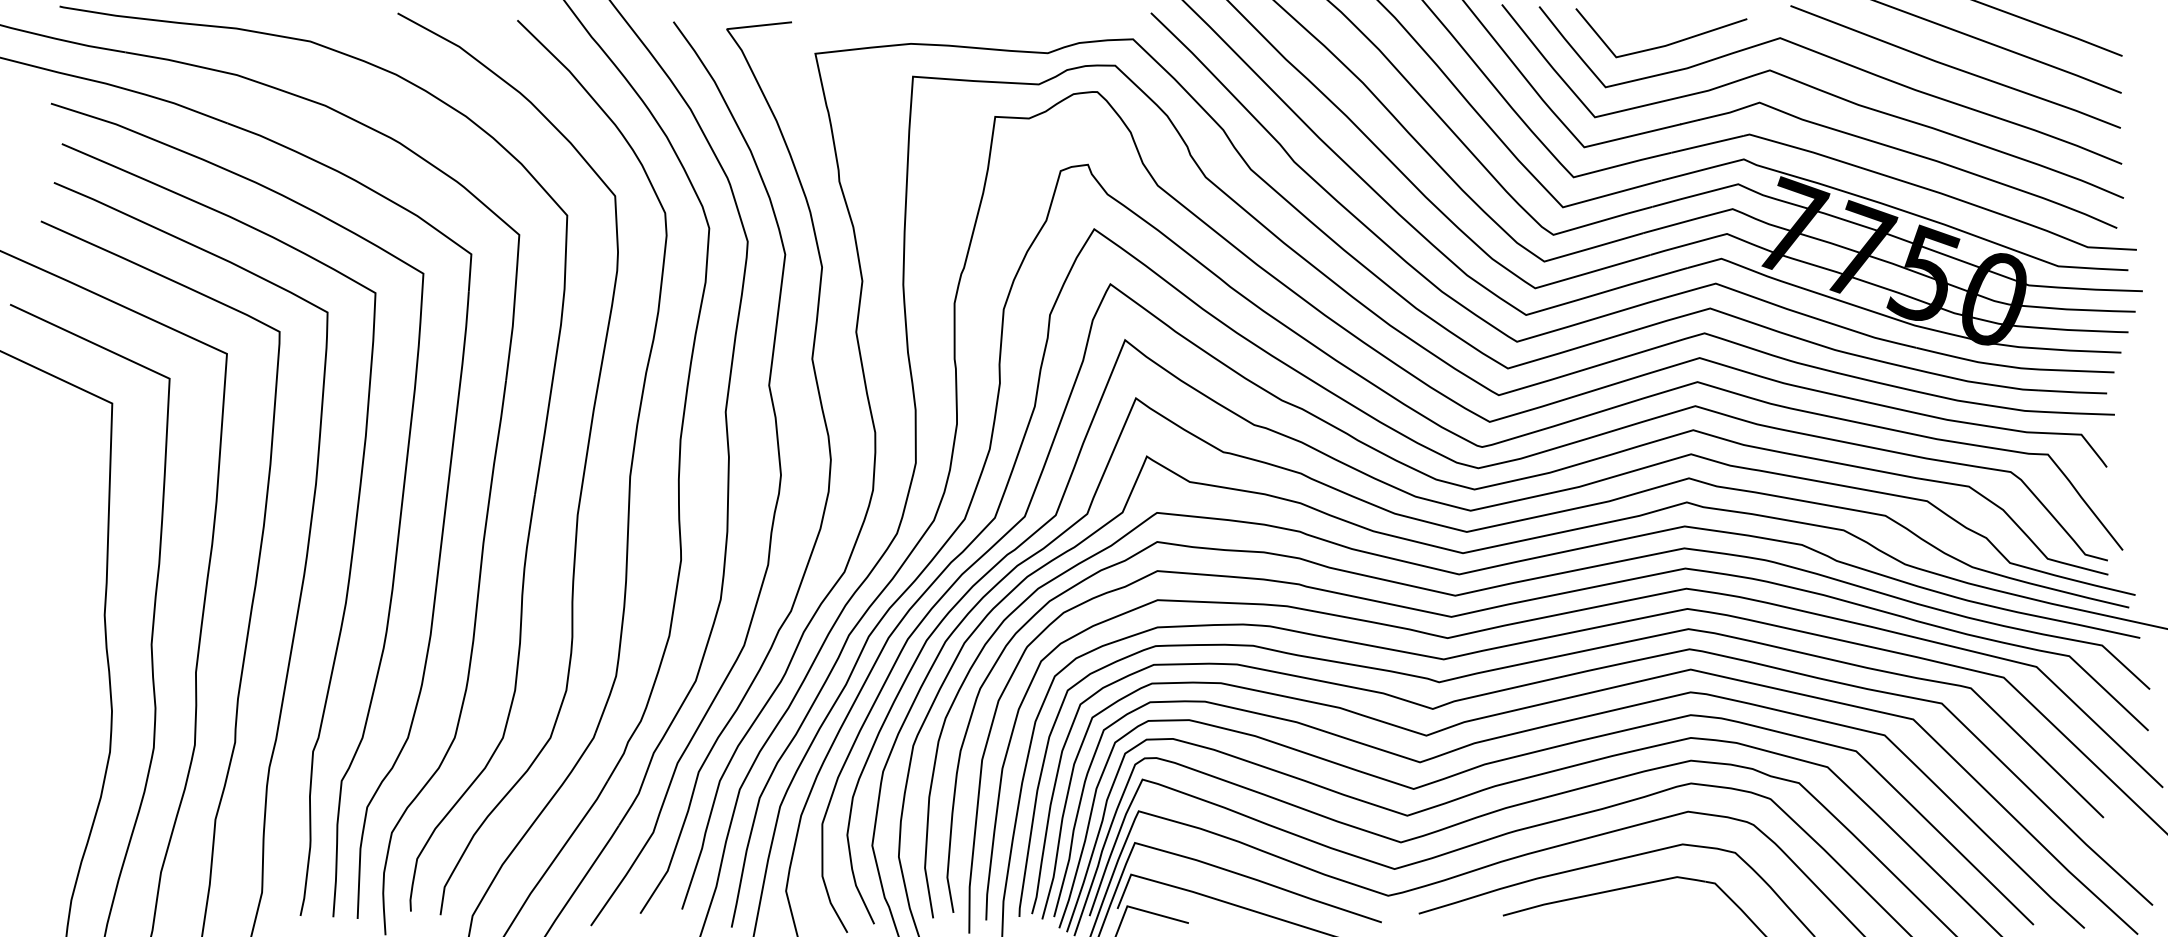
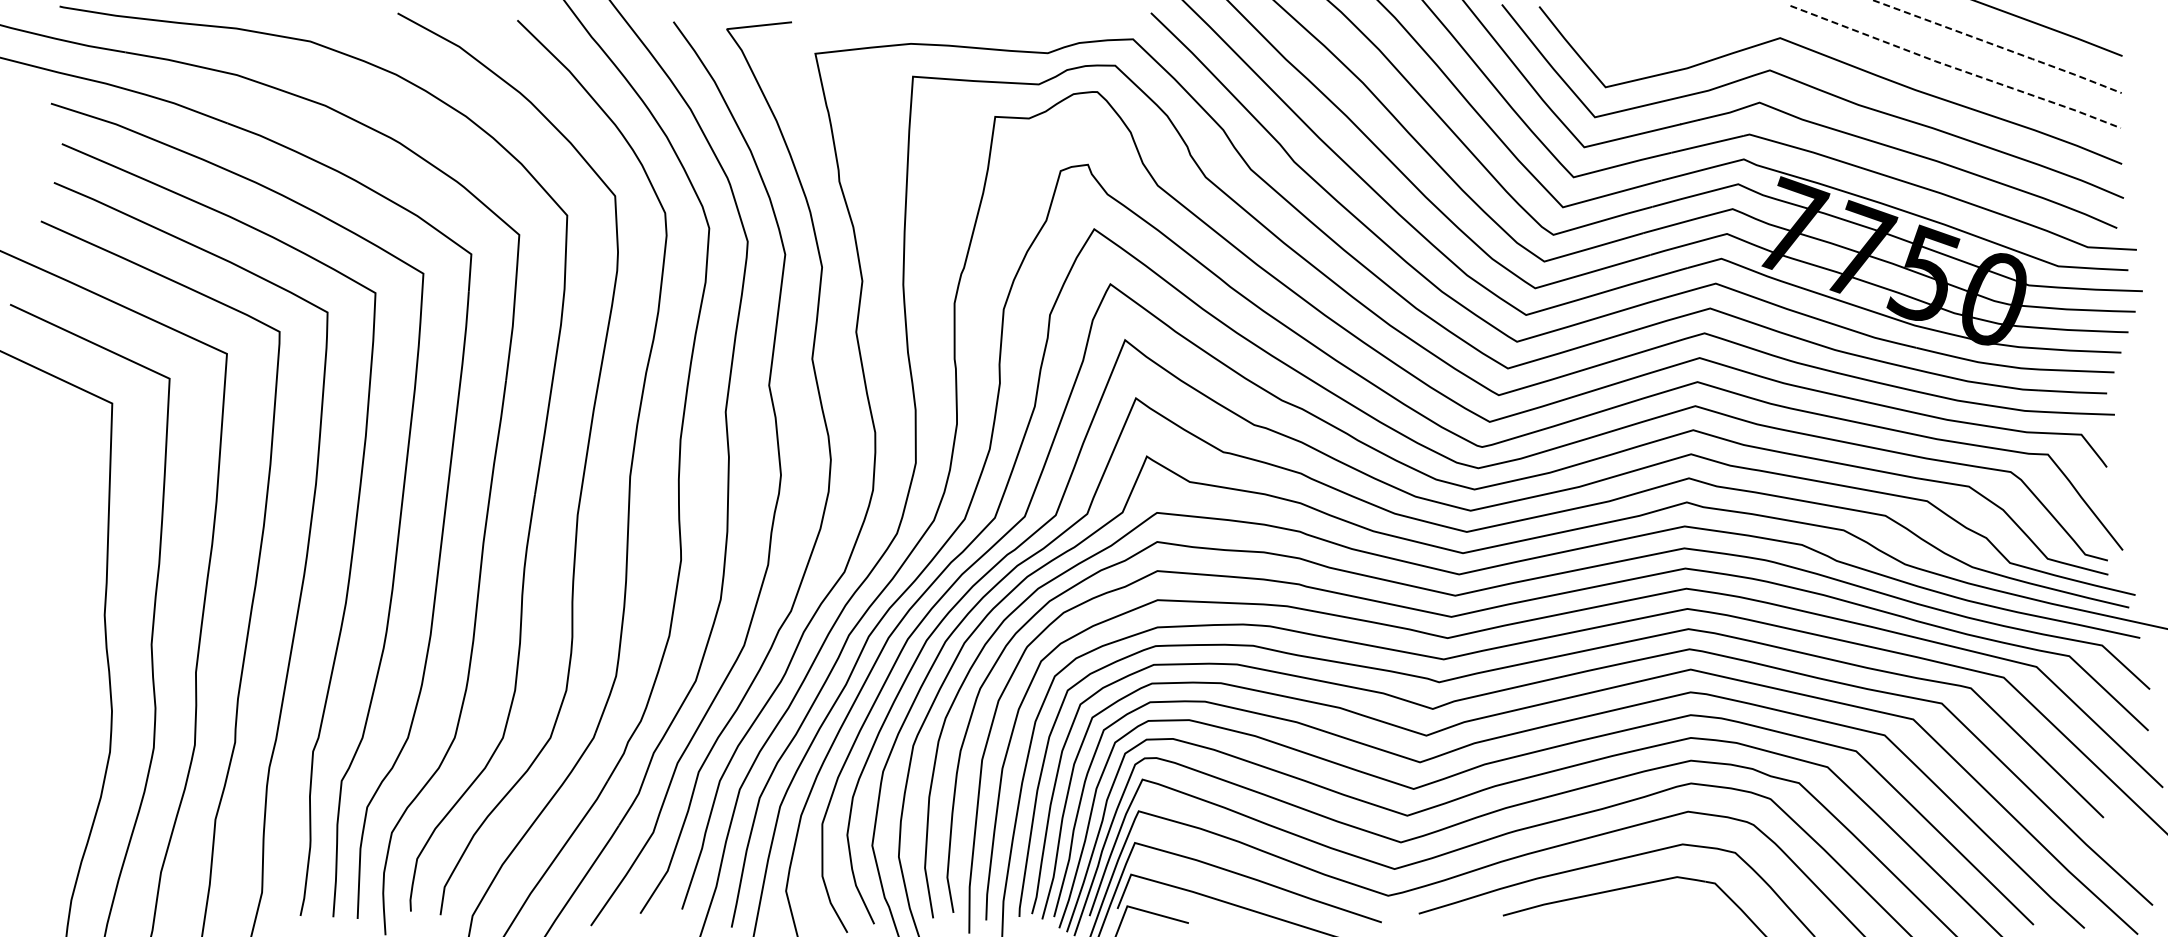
line at (1661, 45): present -> none
line at (1998, 46): solid -> dashed
line at (1955, 68): solid -> dashed
